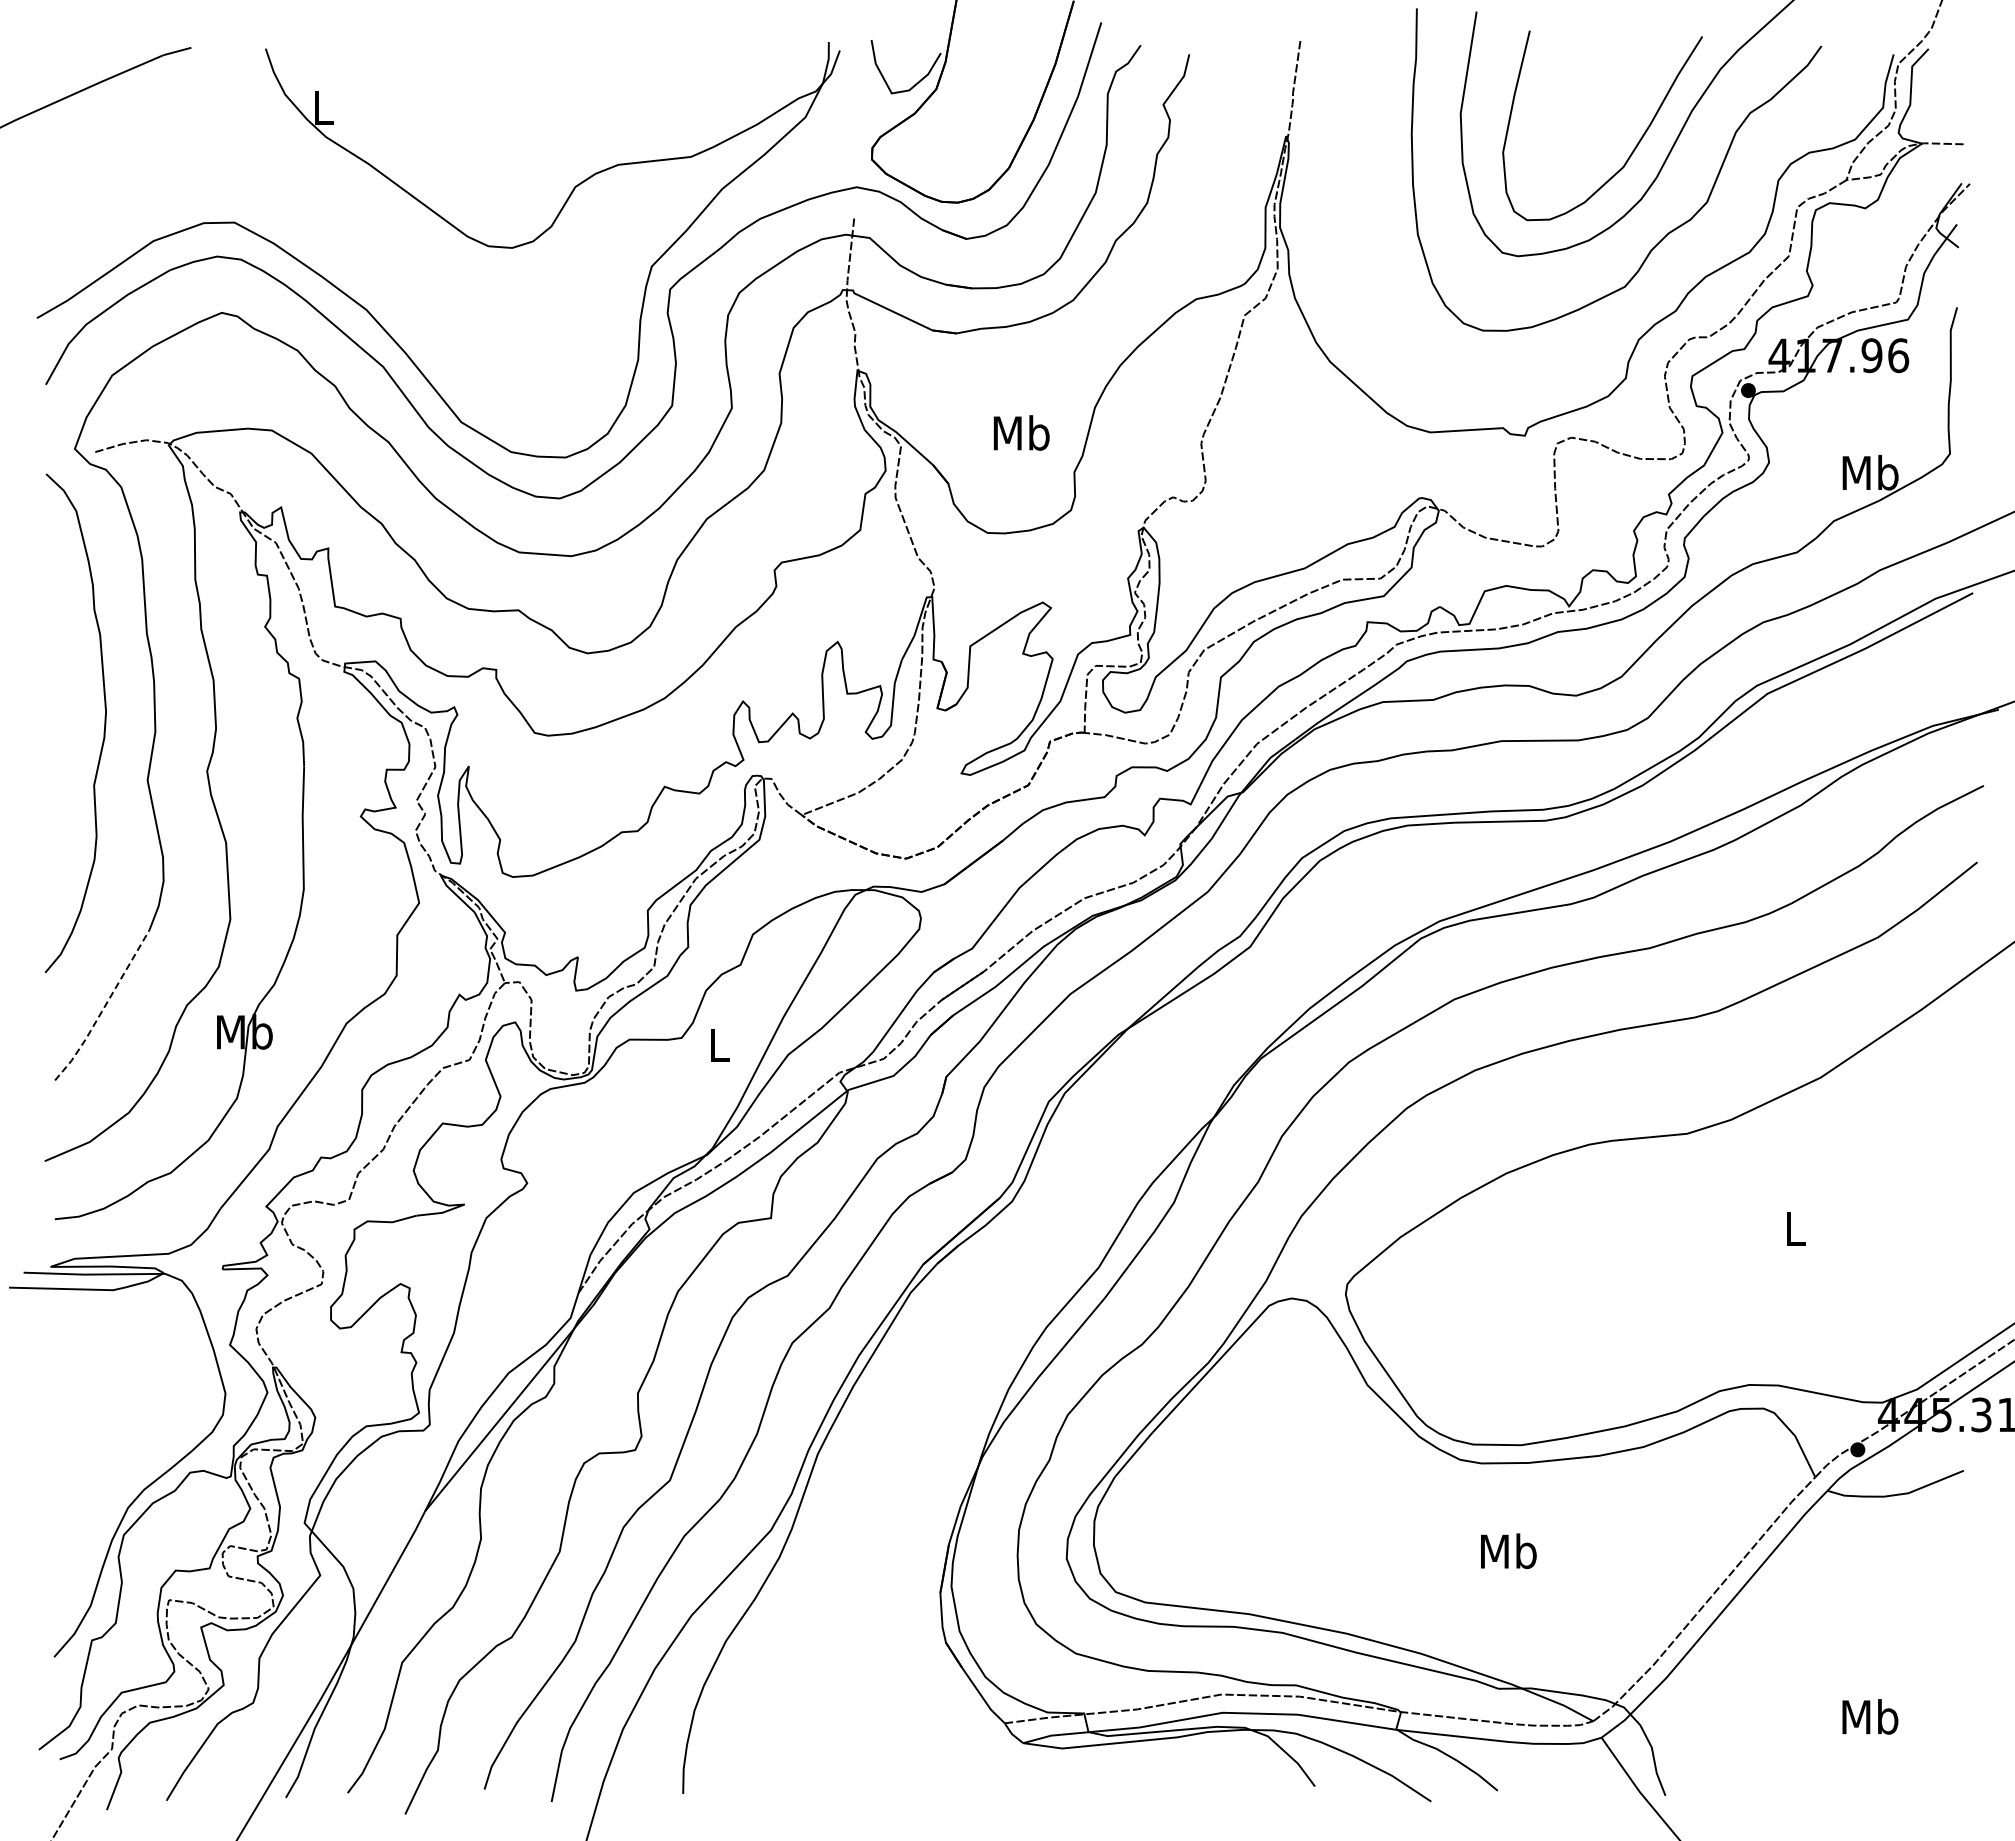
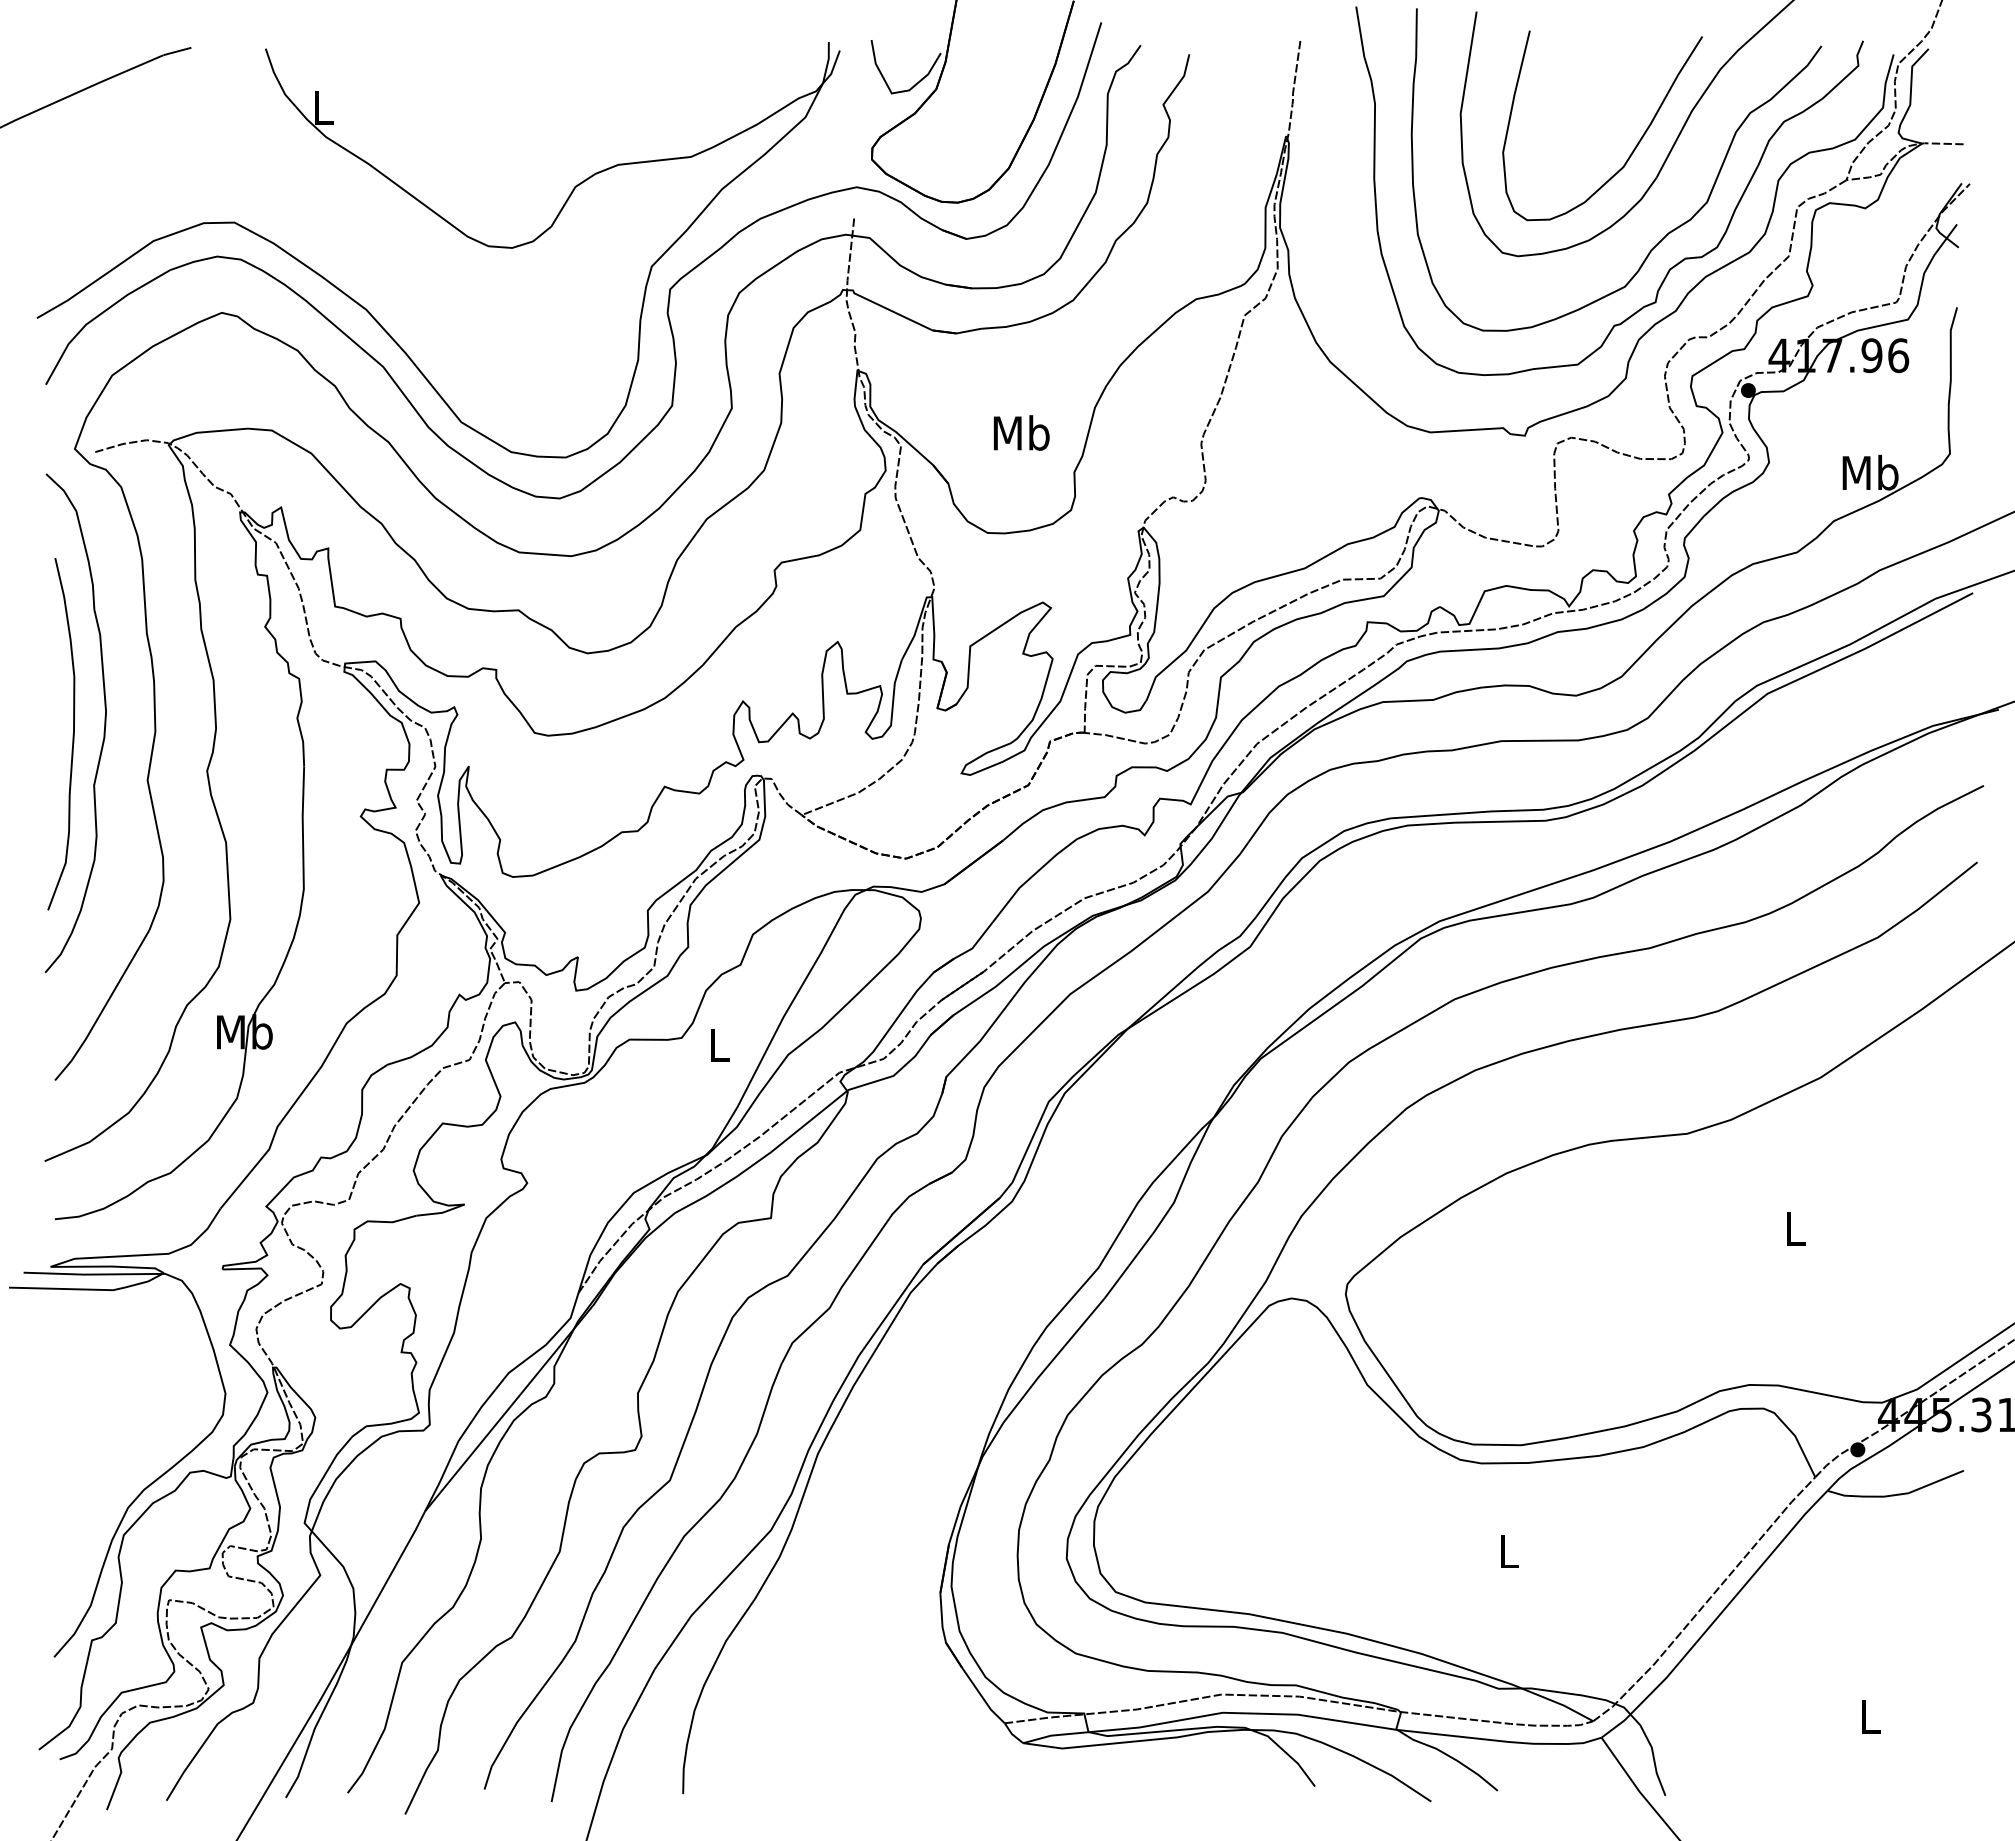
curve at (1669, 268): none -> present
curve at (72, 734): none -> present
line at (104, 1007): dashed -> solid
text at (1508, 1551): Mb -> L
text at (1870, 1716): Mb -> L
